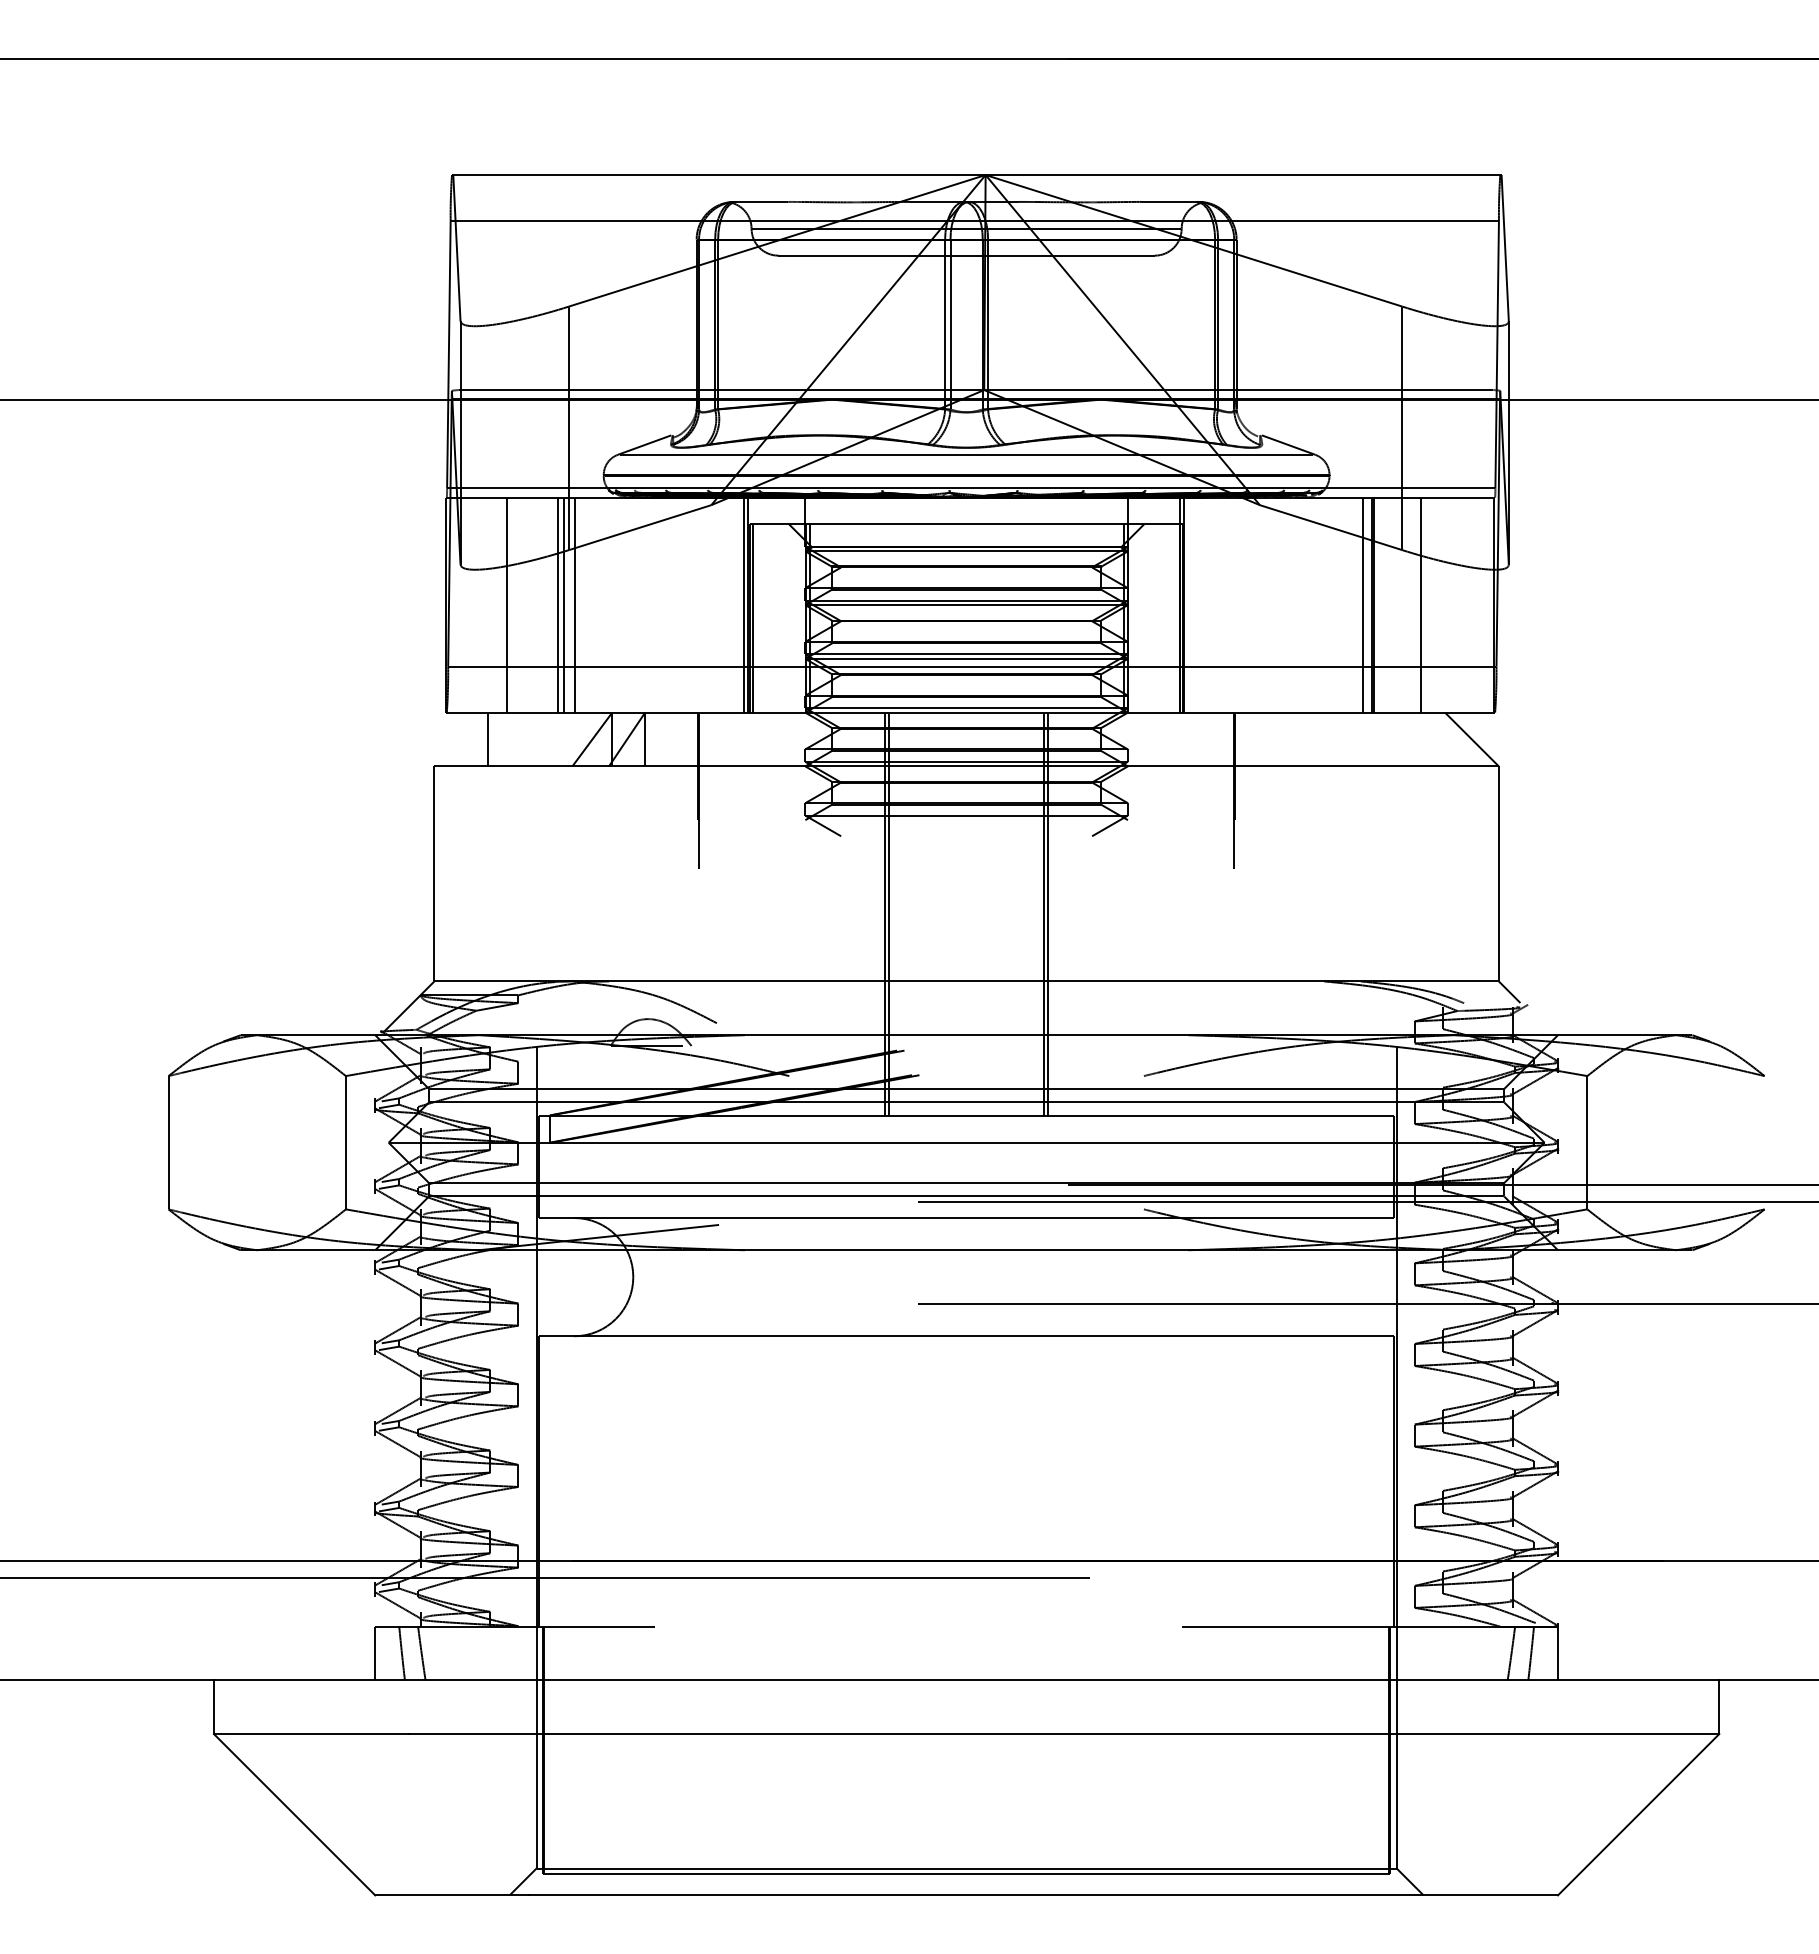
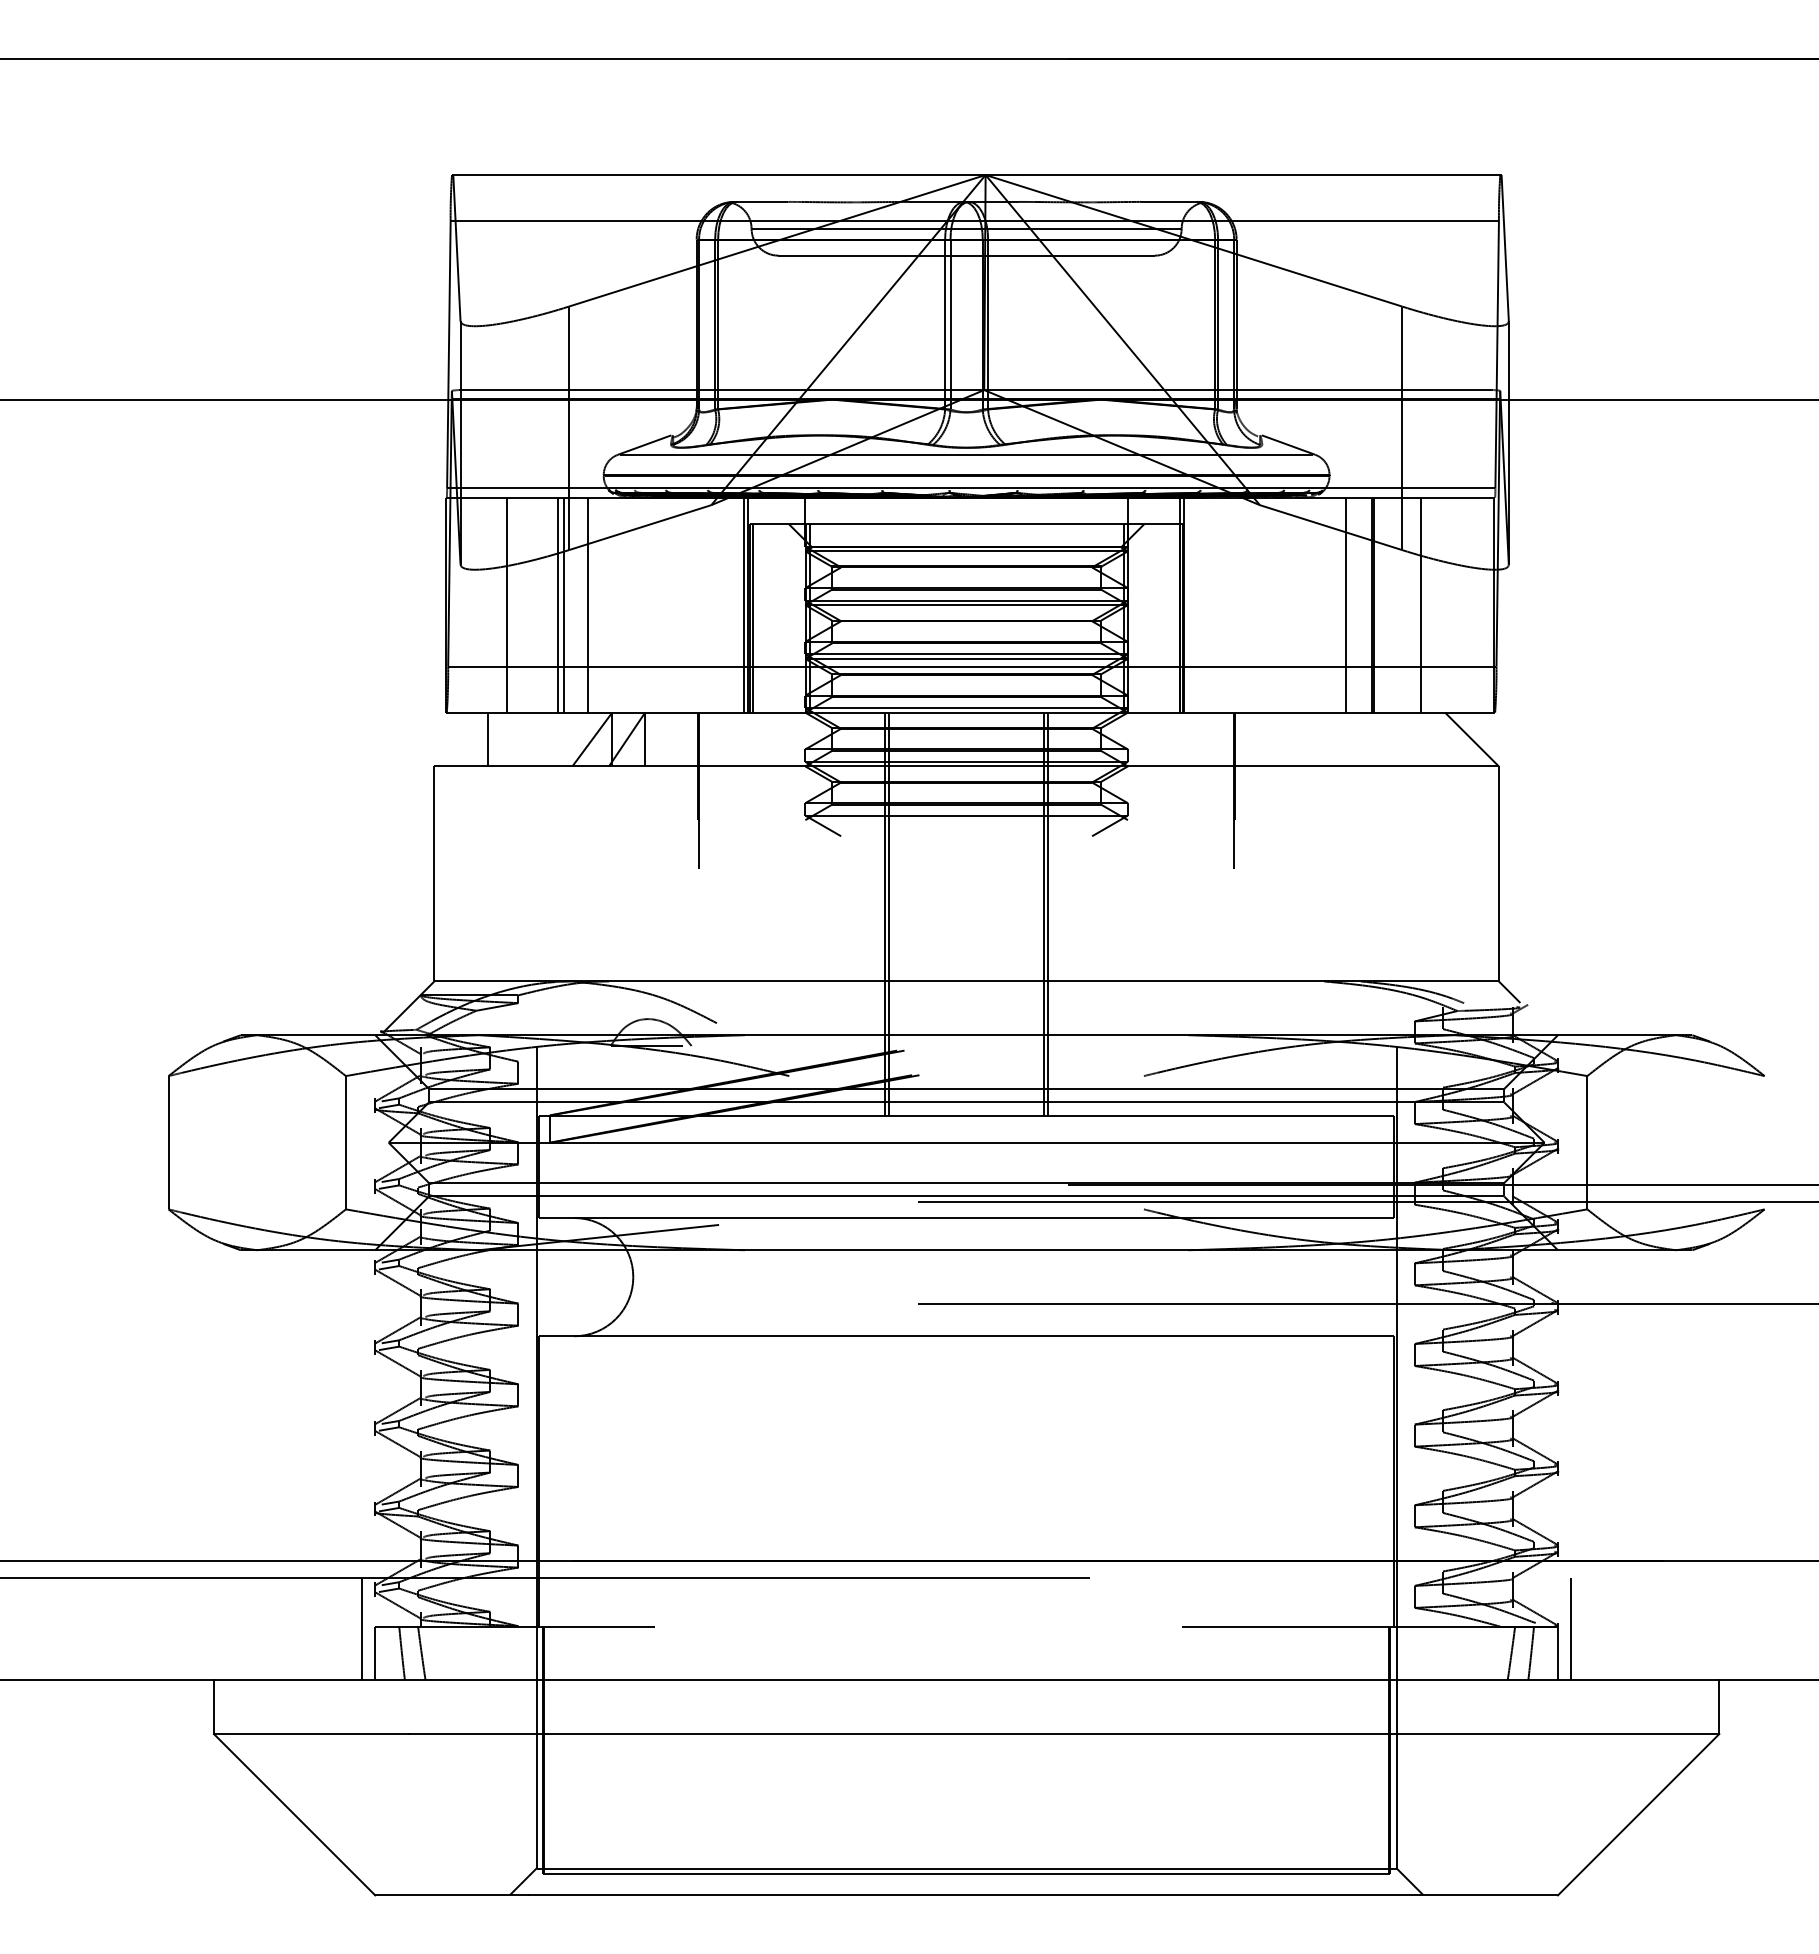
line at (575, 604) position: (575, 604) -> (588, 604)
line at (1362, 604) position: (1362, 604) -> (1345, 604)
line at (362, 1629): none -> present
line at (1570, 1629): none -> present
